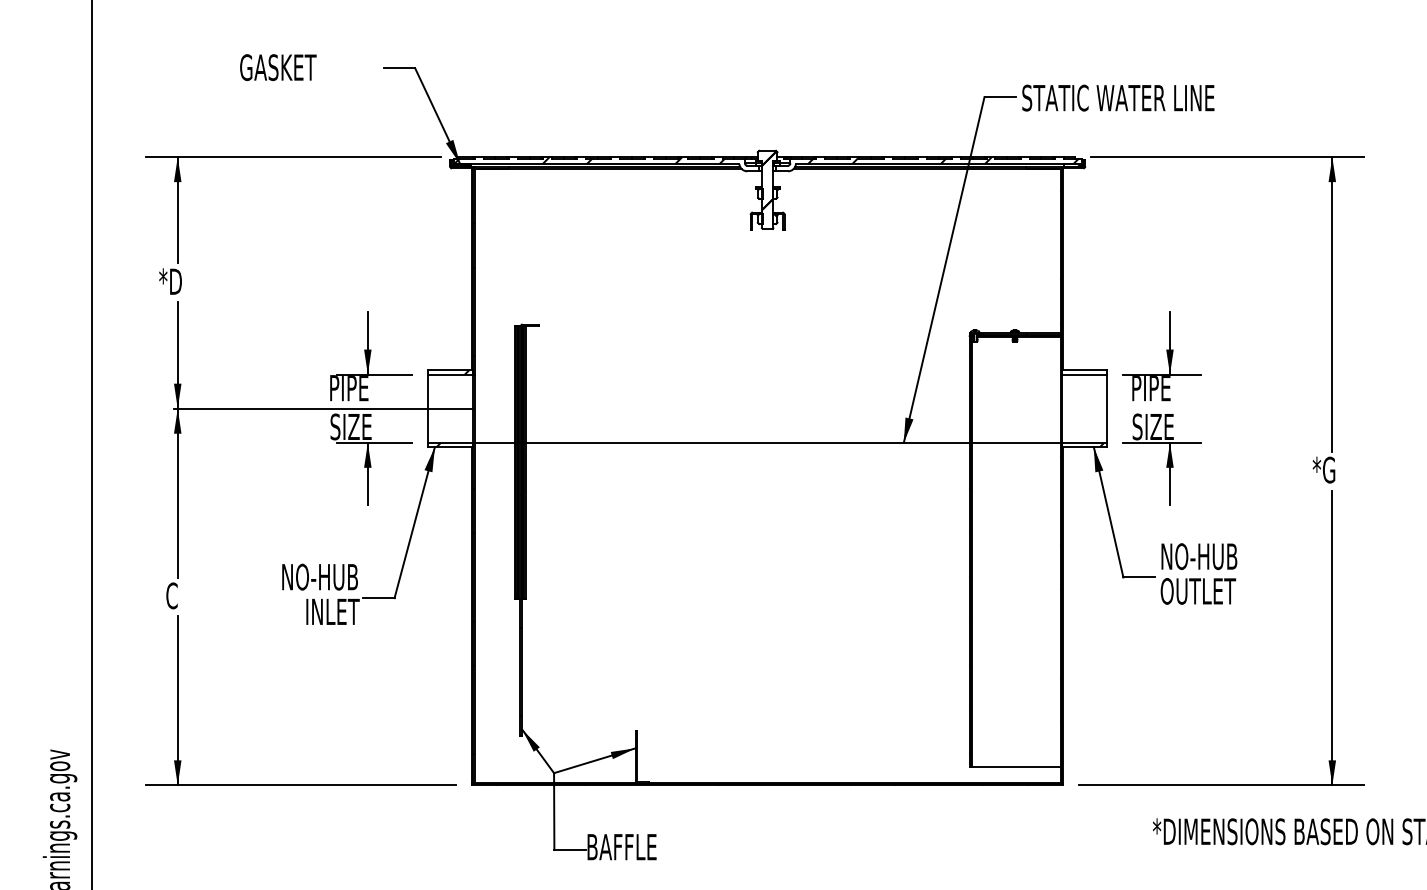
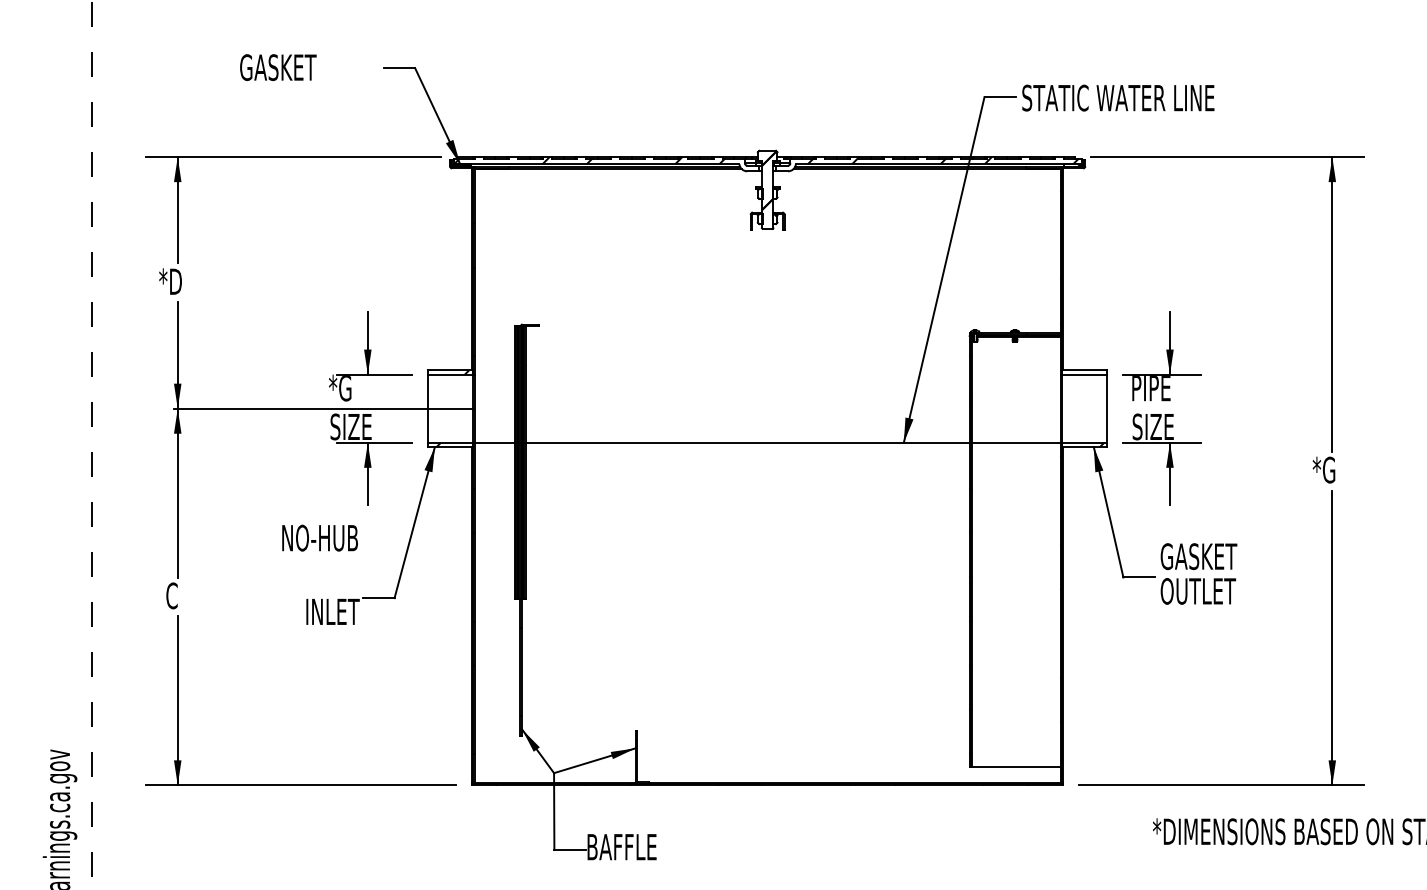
text at (348, 387): PIPE -> *G
line at (91, 444): solid -> dashed
text at (1198, 556): NO-HUB -> GASKET
text at (319, 576) position: (319, 576) -> (319, 537)
